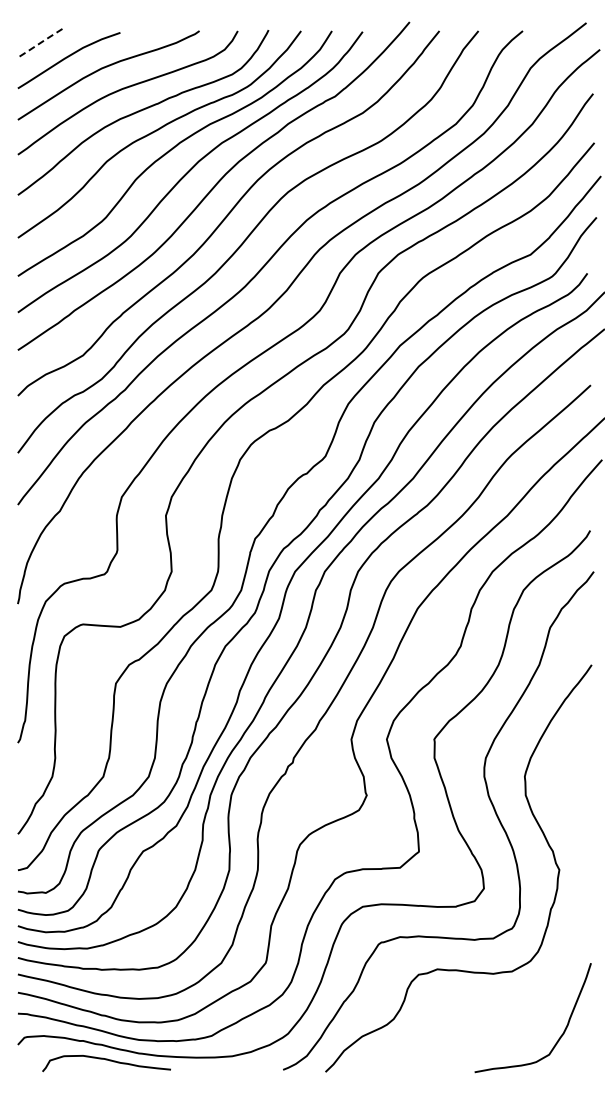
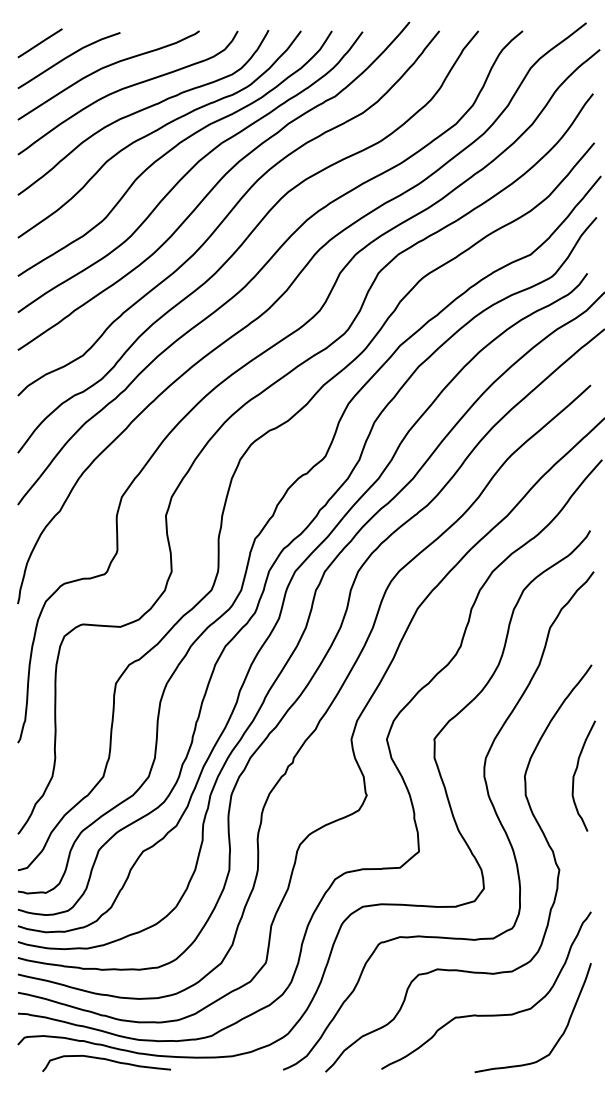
line at (39, 43): dashed -> solid
curve at (576, 772): none -> present
curve at (486, 1014): none -> present
